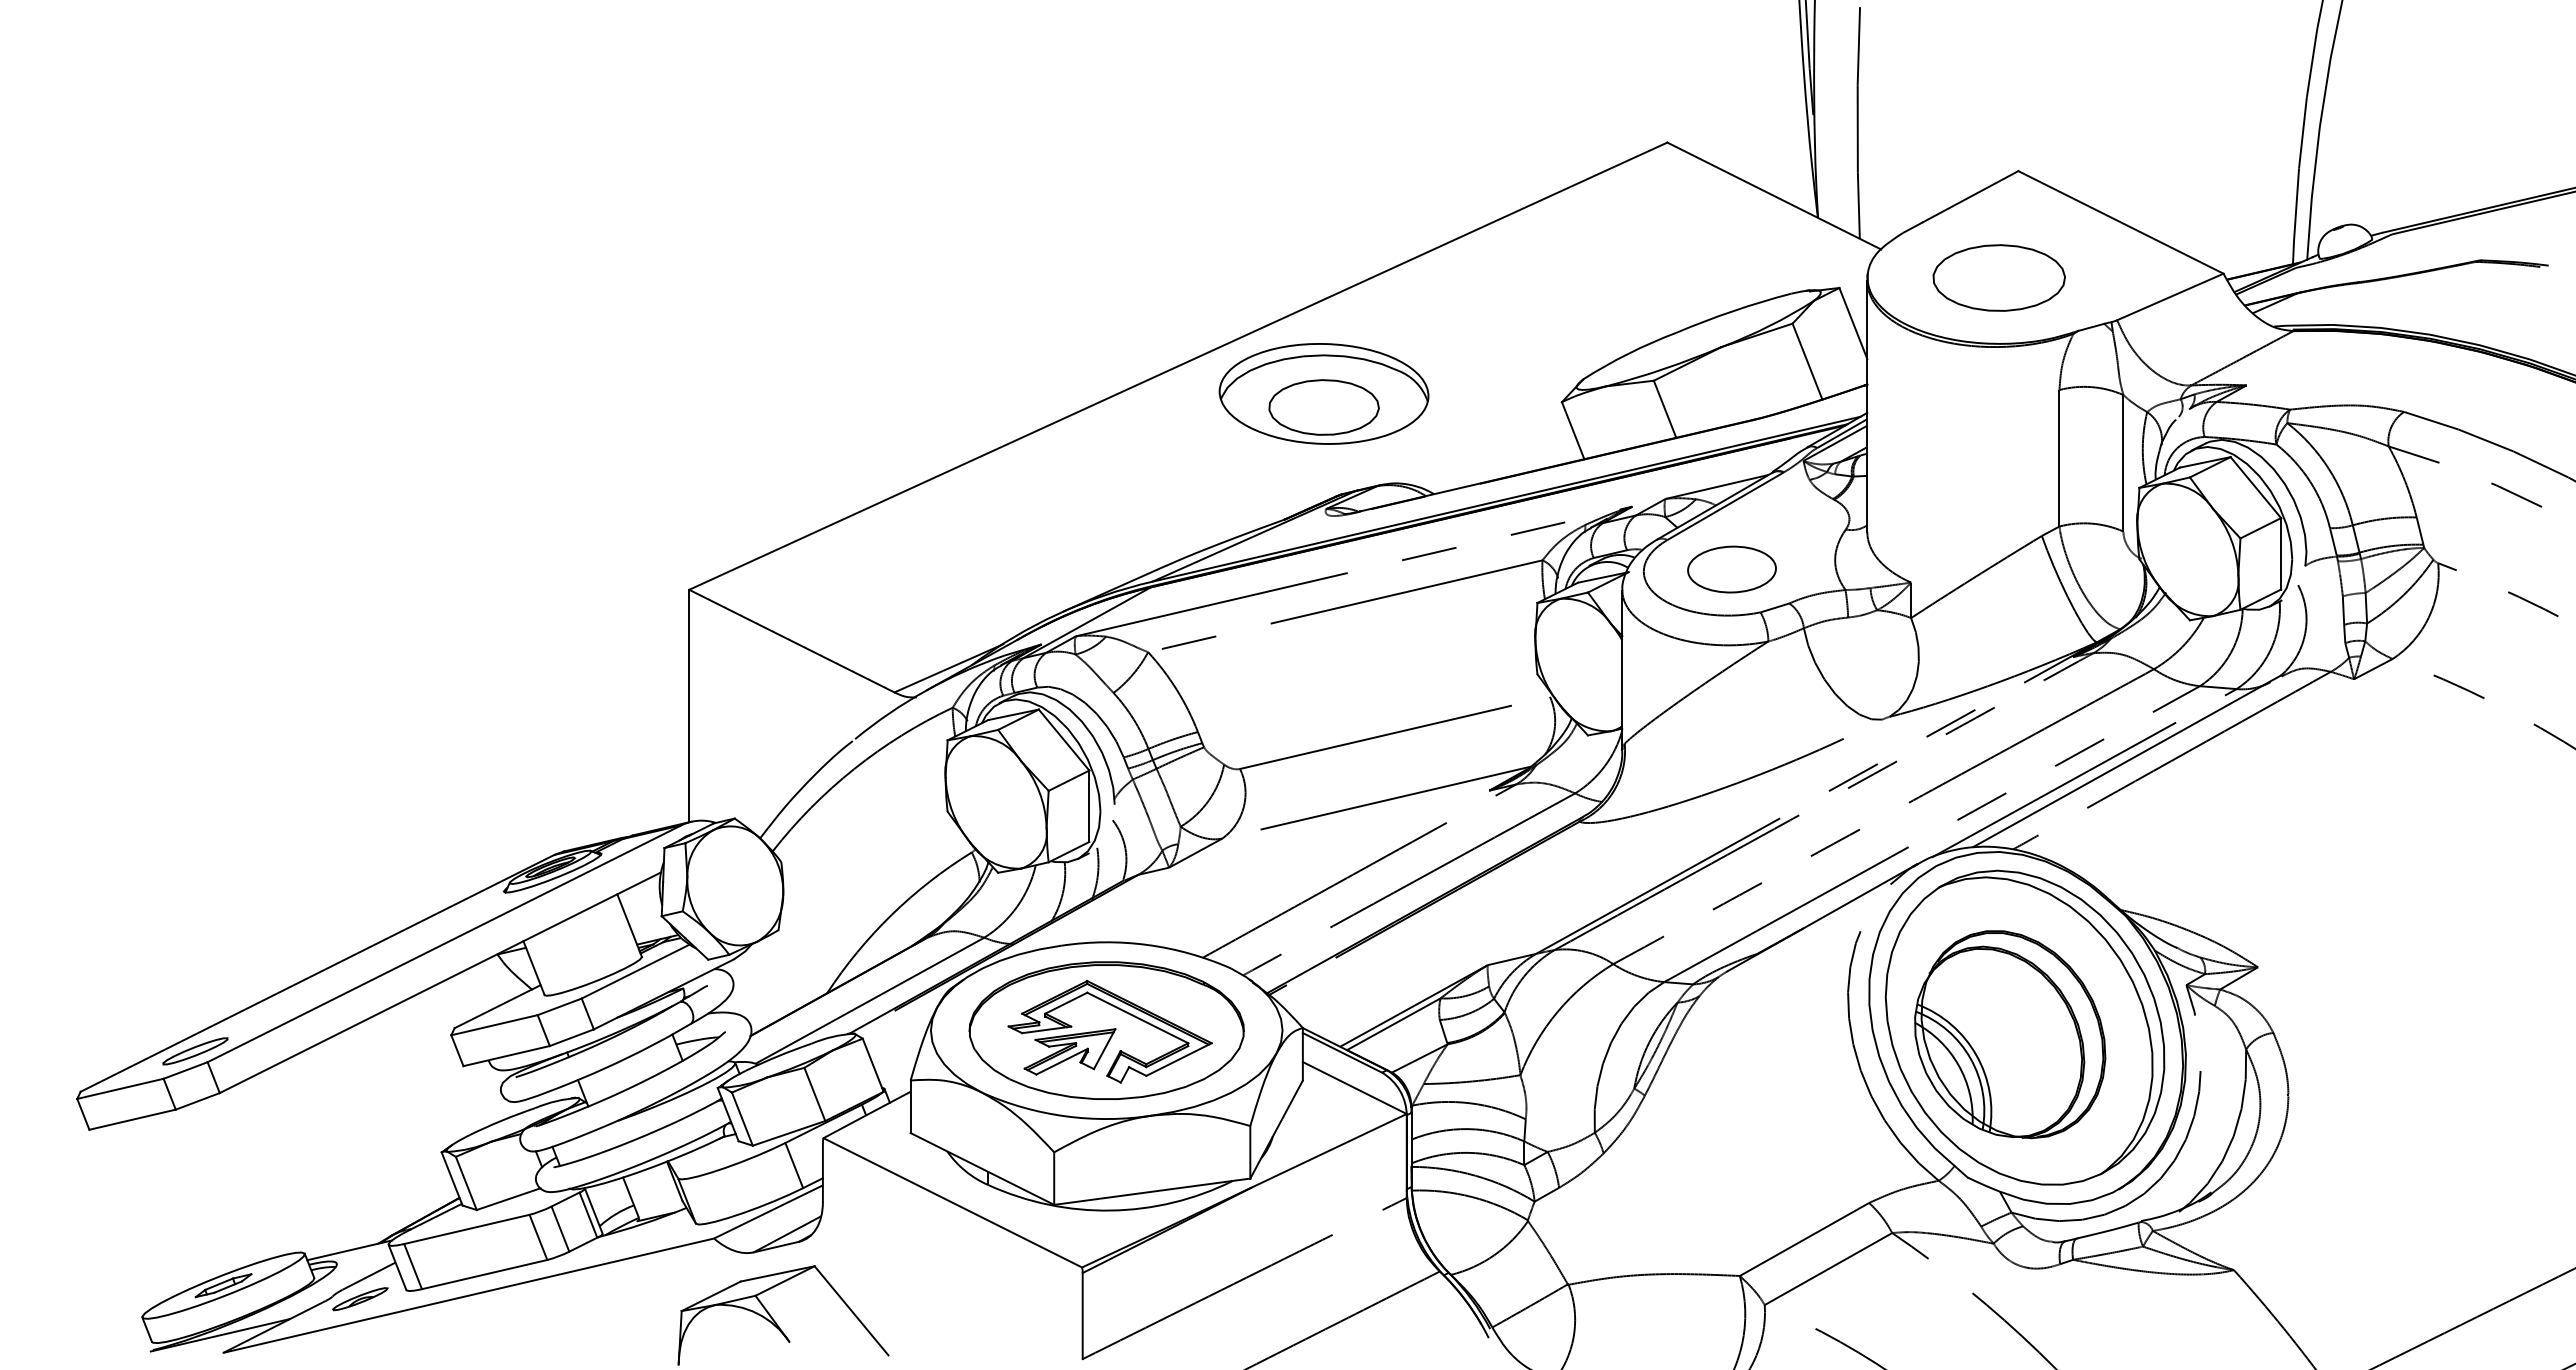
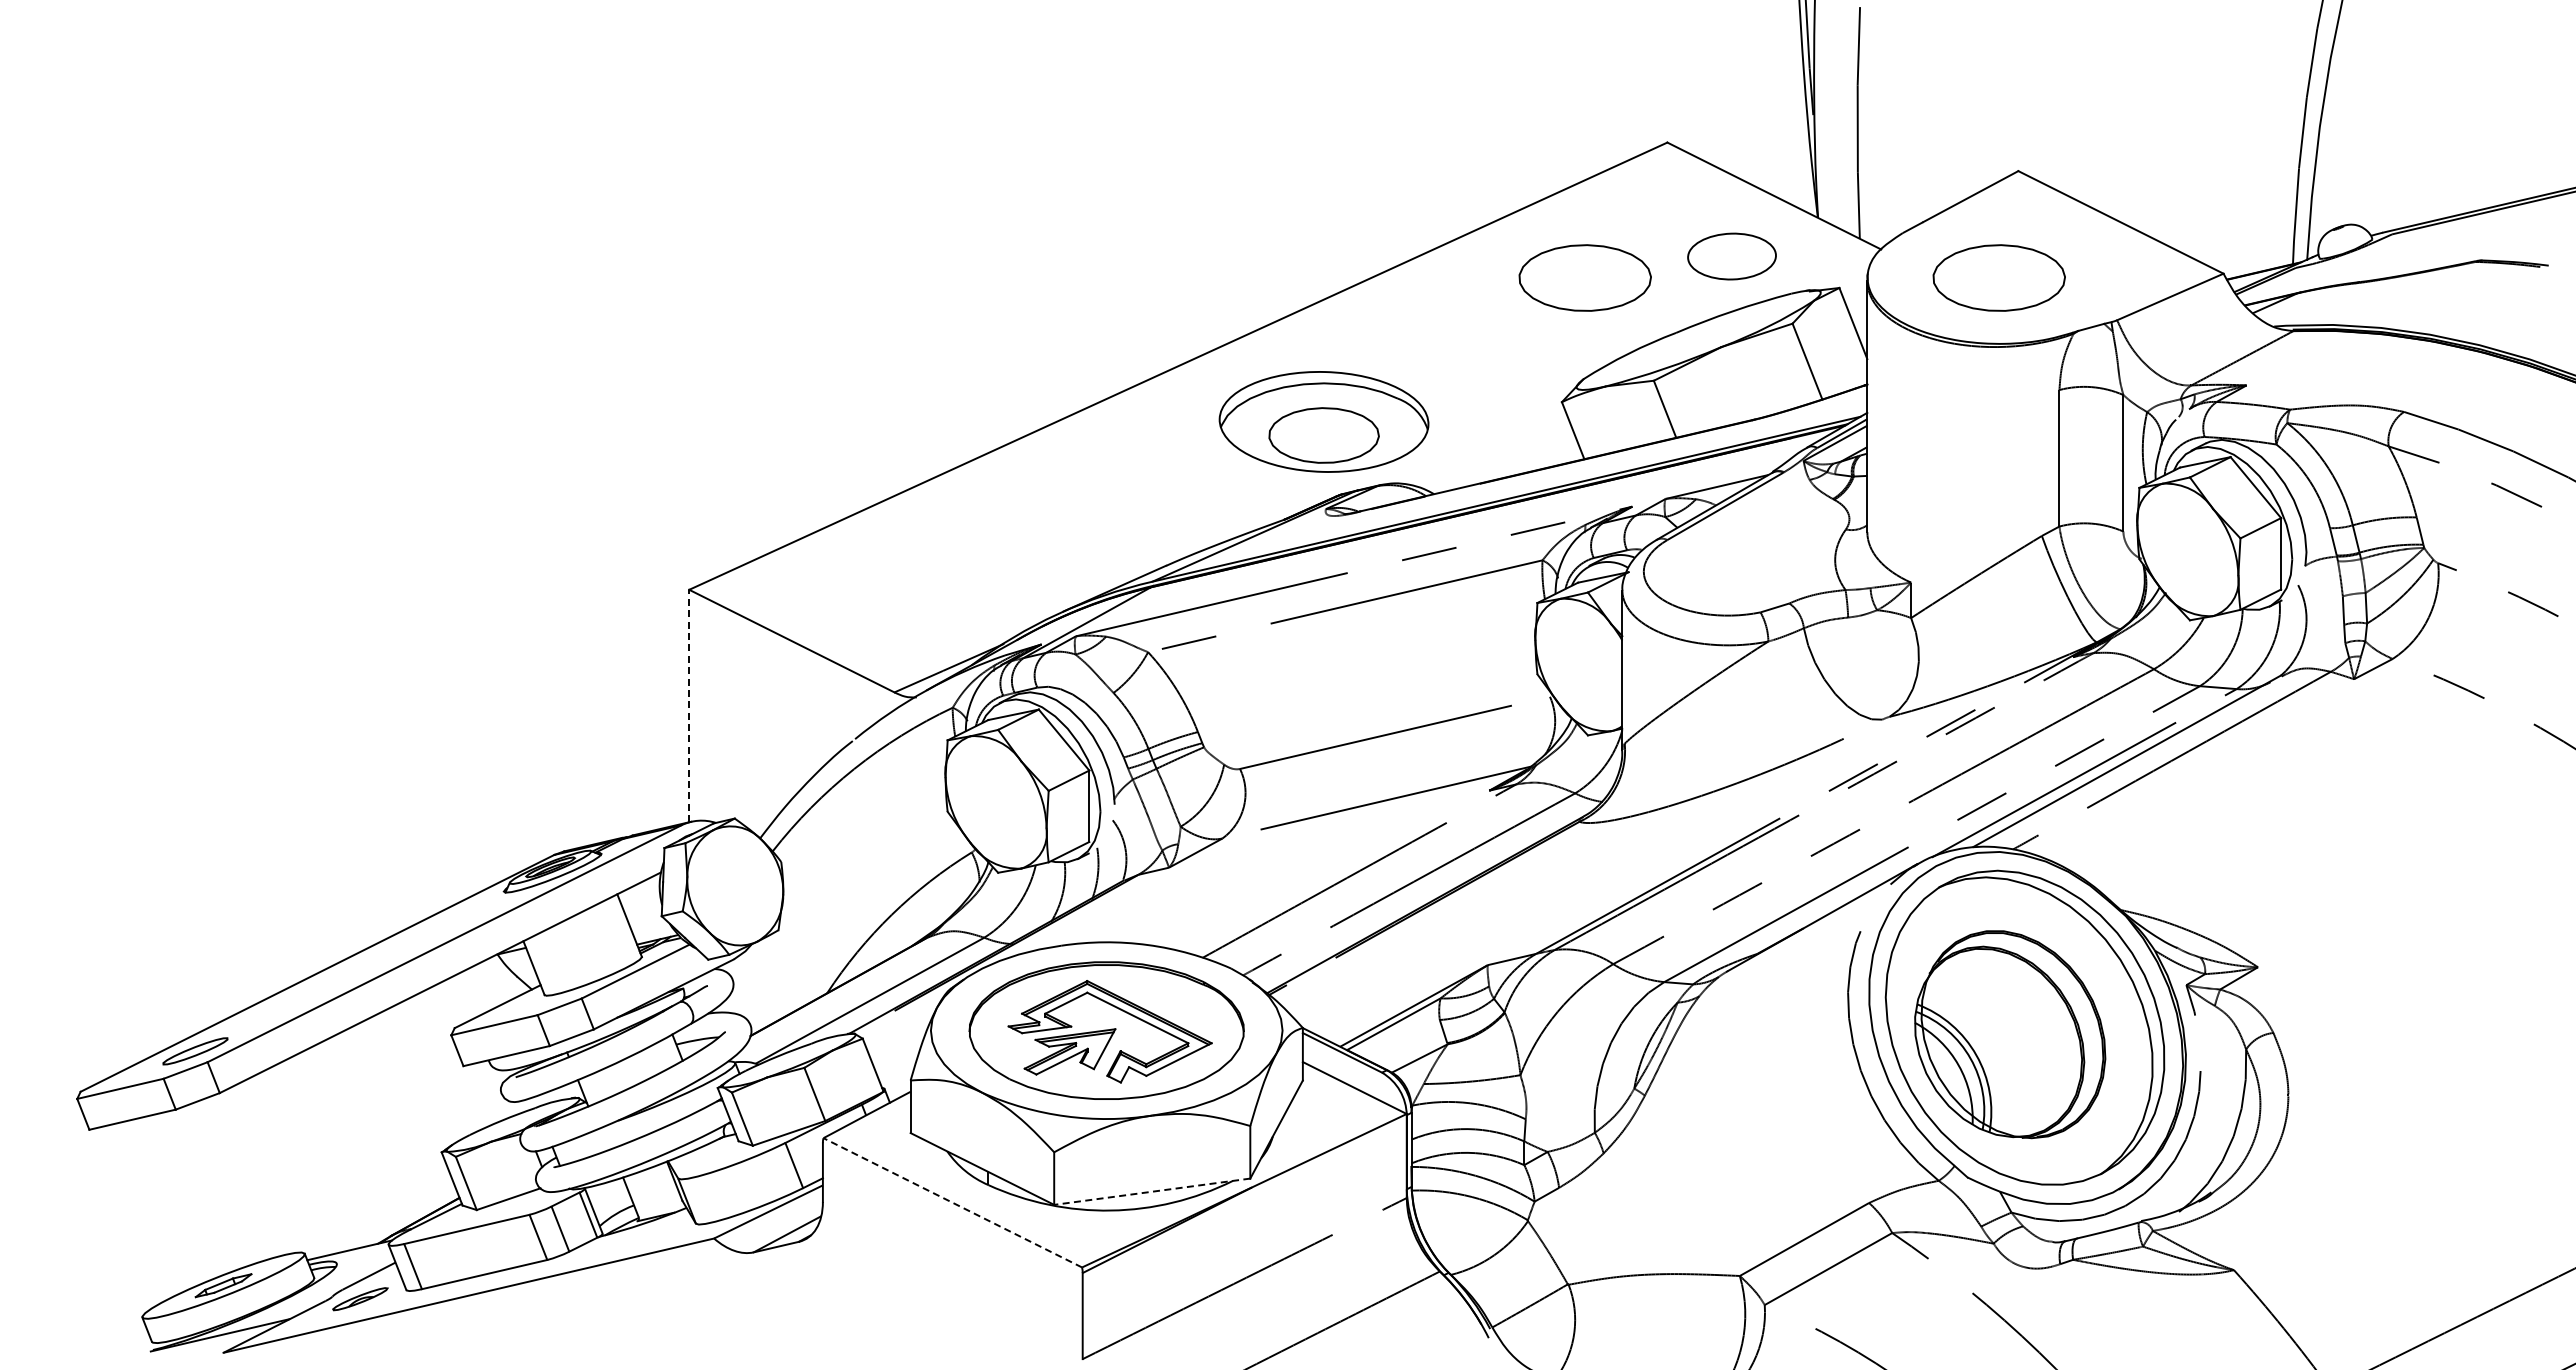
part at (1584, 277): none -> present
part at (1323, 393) position: (1323, 393) -> (1323, 421)
part at (1731, 569) position: (1731, 569) -> (1731, 256)
line at (689, 705): solid -> dashed
line at (1152, 1191): solid -> dashed
line at (952, 1202): solid -> dashed
part at (774, 1319): present -> none
